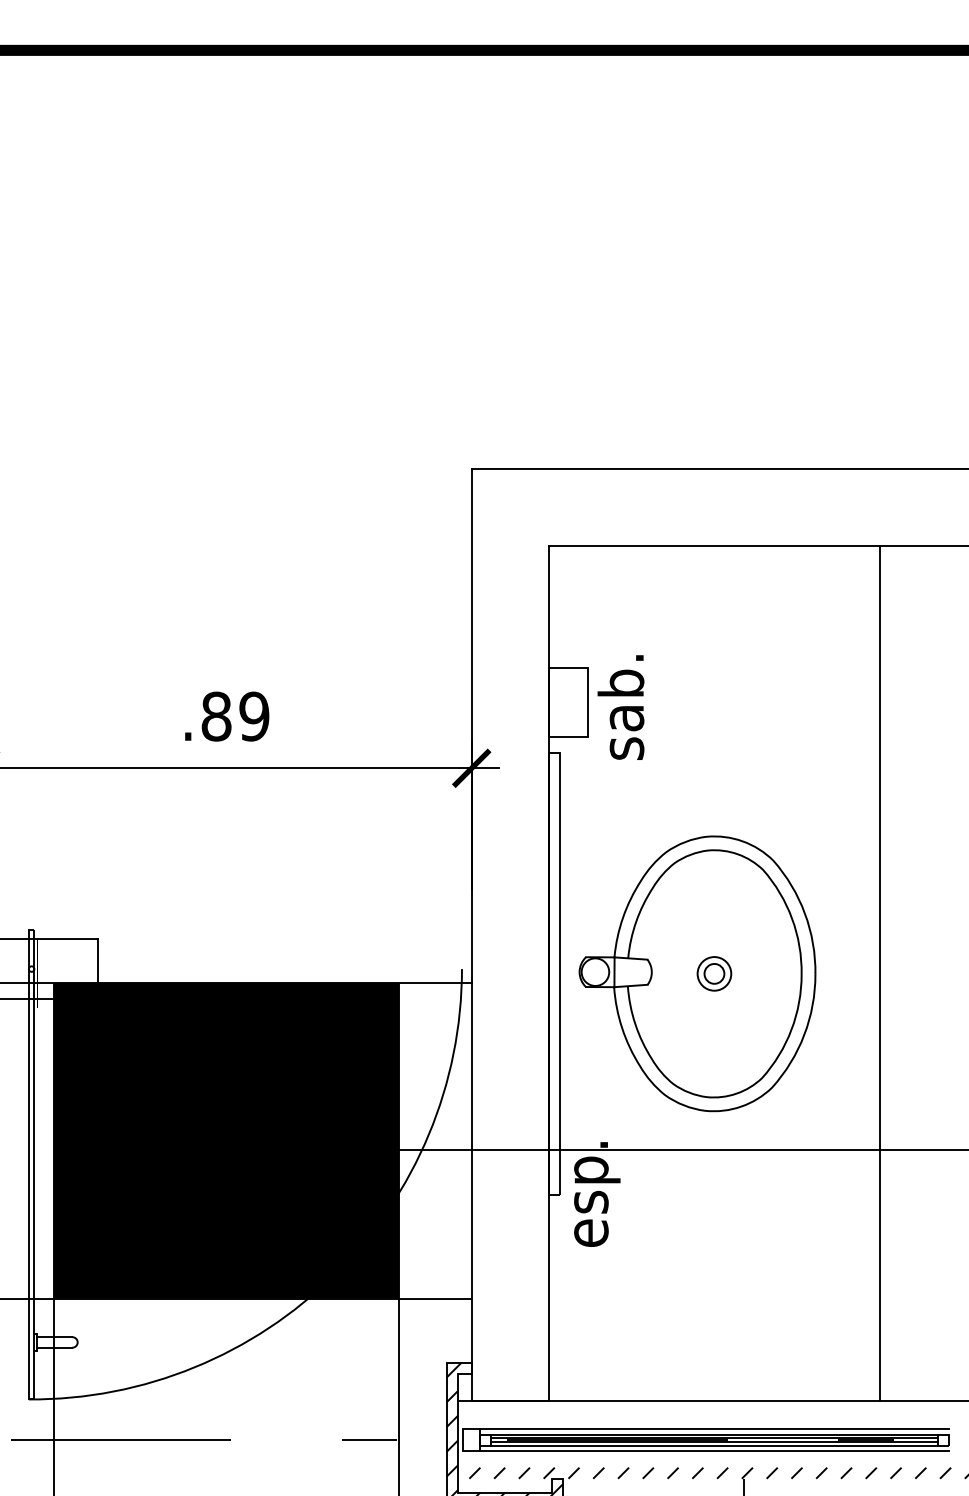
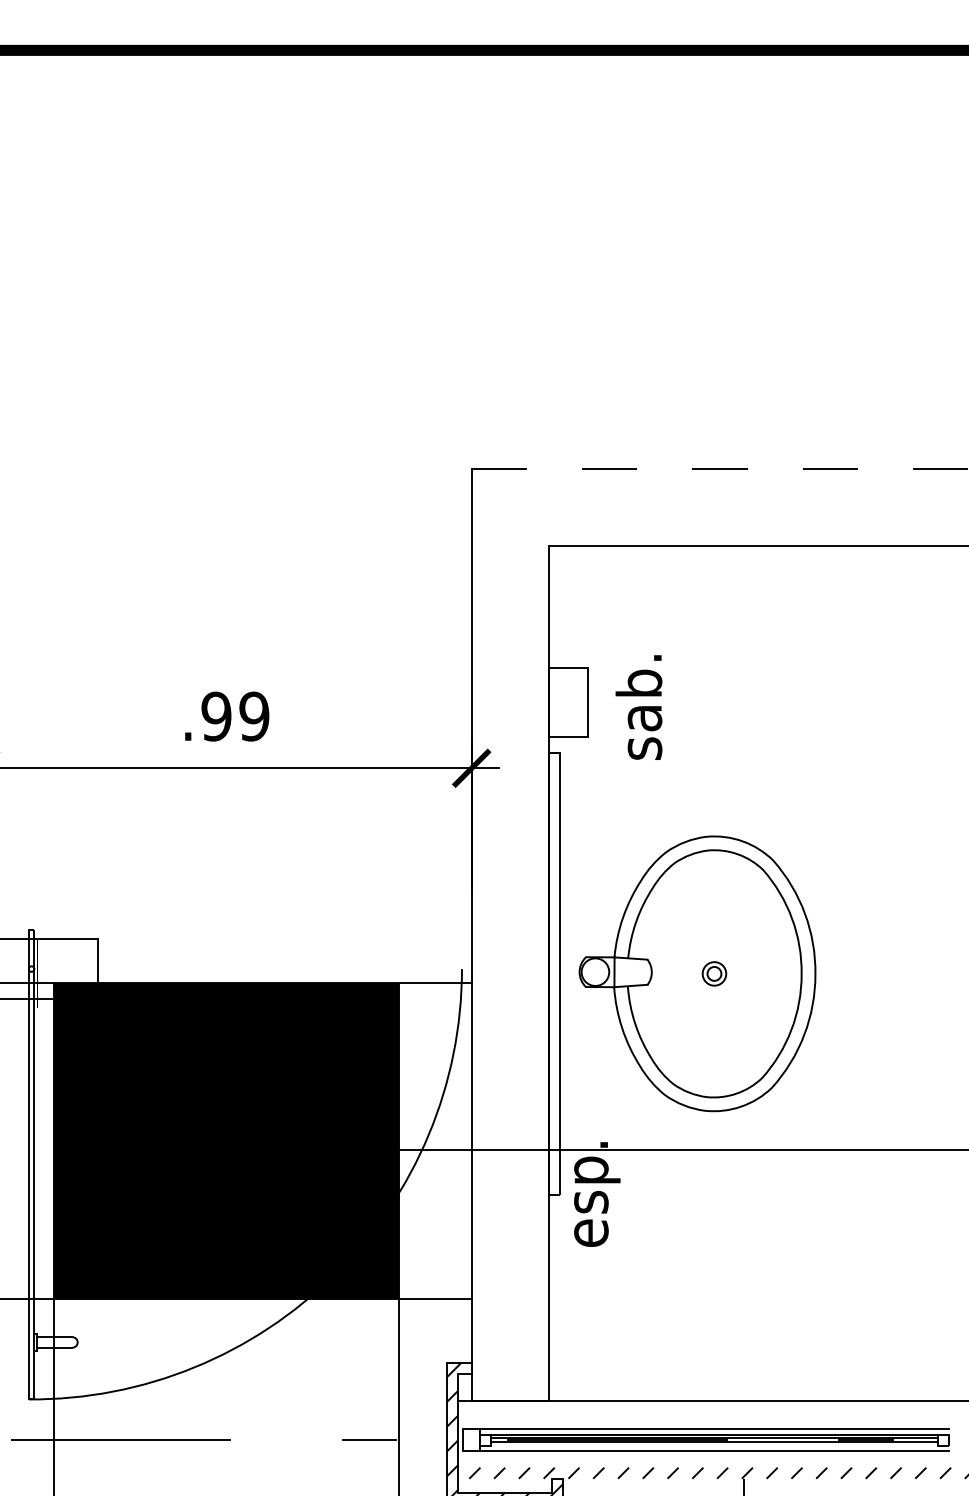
line at (720, 469): solid -> dashed
text at (620, 707) position: (620, 707) -> (638, 707)
text at (216, 716): .89 -> .99
part at (714, 973) size: 37x36 px -> 27x26 px
line at (879, 973): present -> none
line at (714, 1445): present -> none
